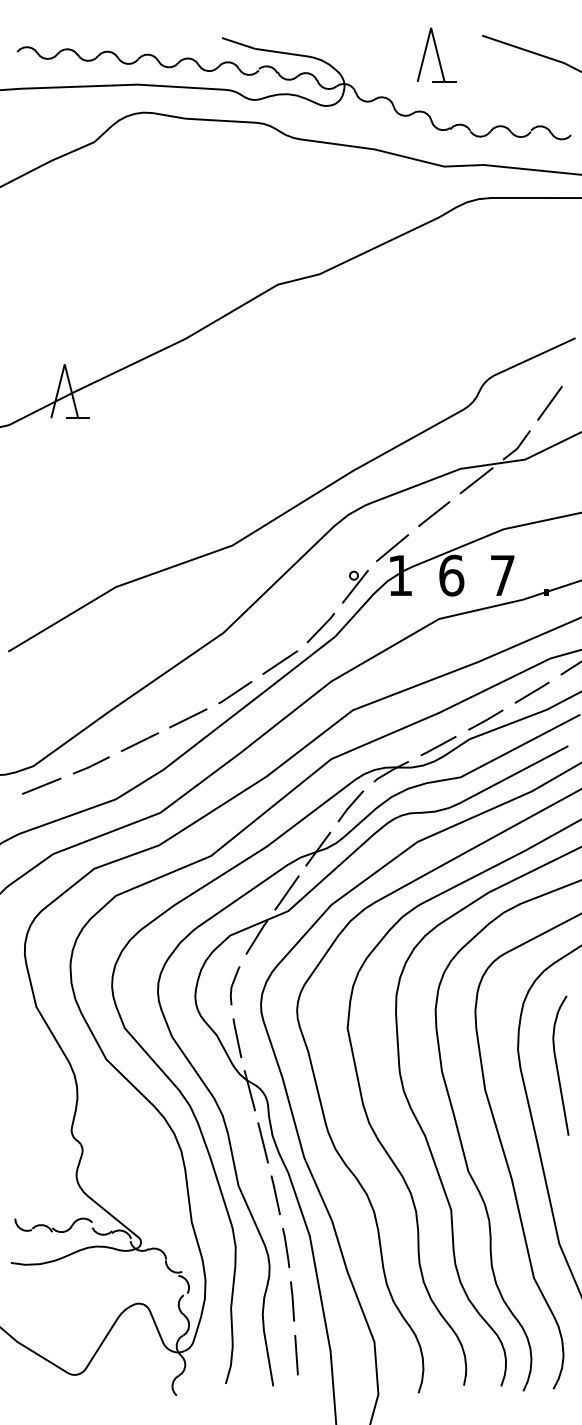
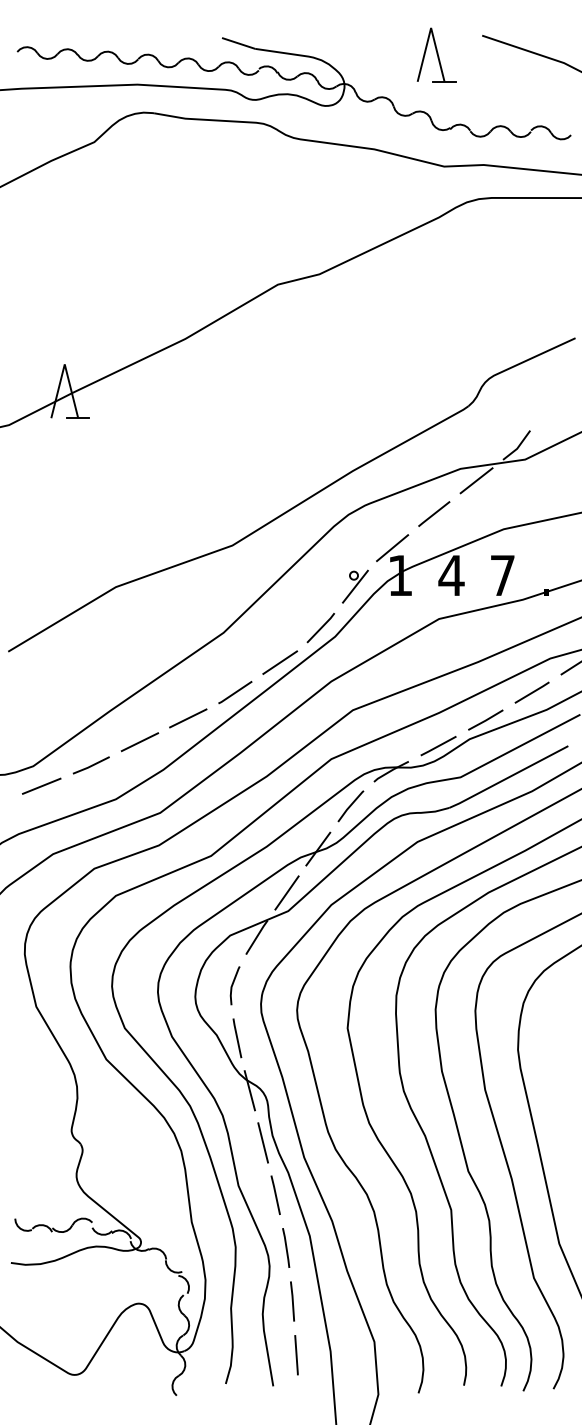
line at (549, 403): present -> none
text at (451, 575): 6 -> 4
curve at (557, 1065): present -> none
